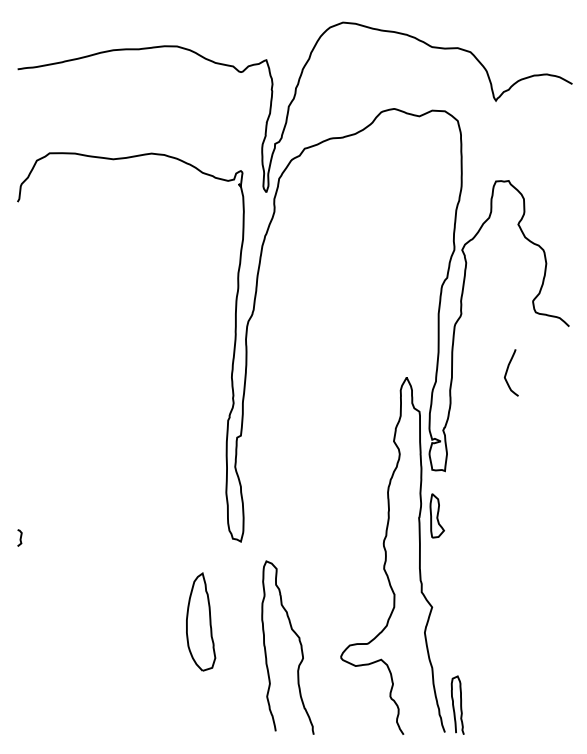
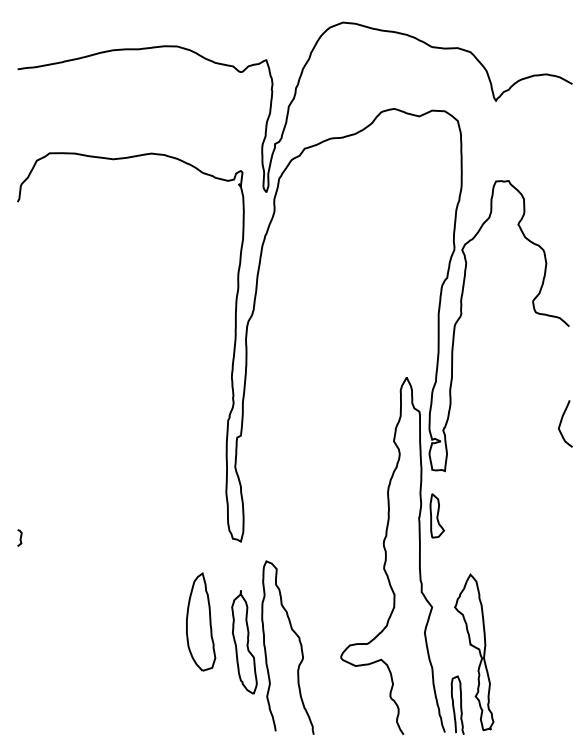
curve at (507, 372) position: (507, 372) -> (561, 423)
part at (244, 642): none -> present
part at (474, 652): none -> present
